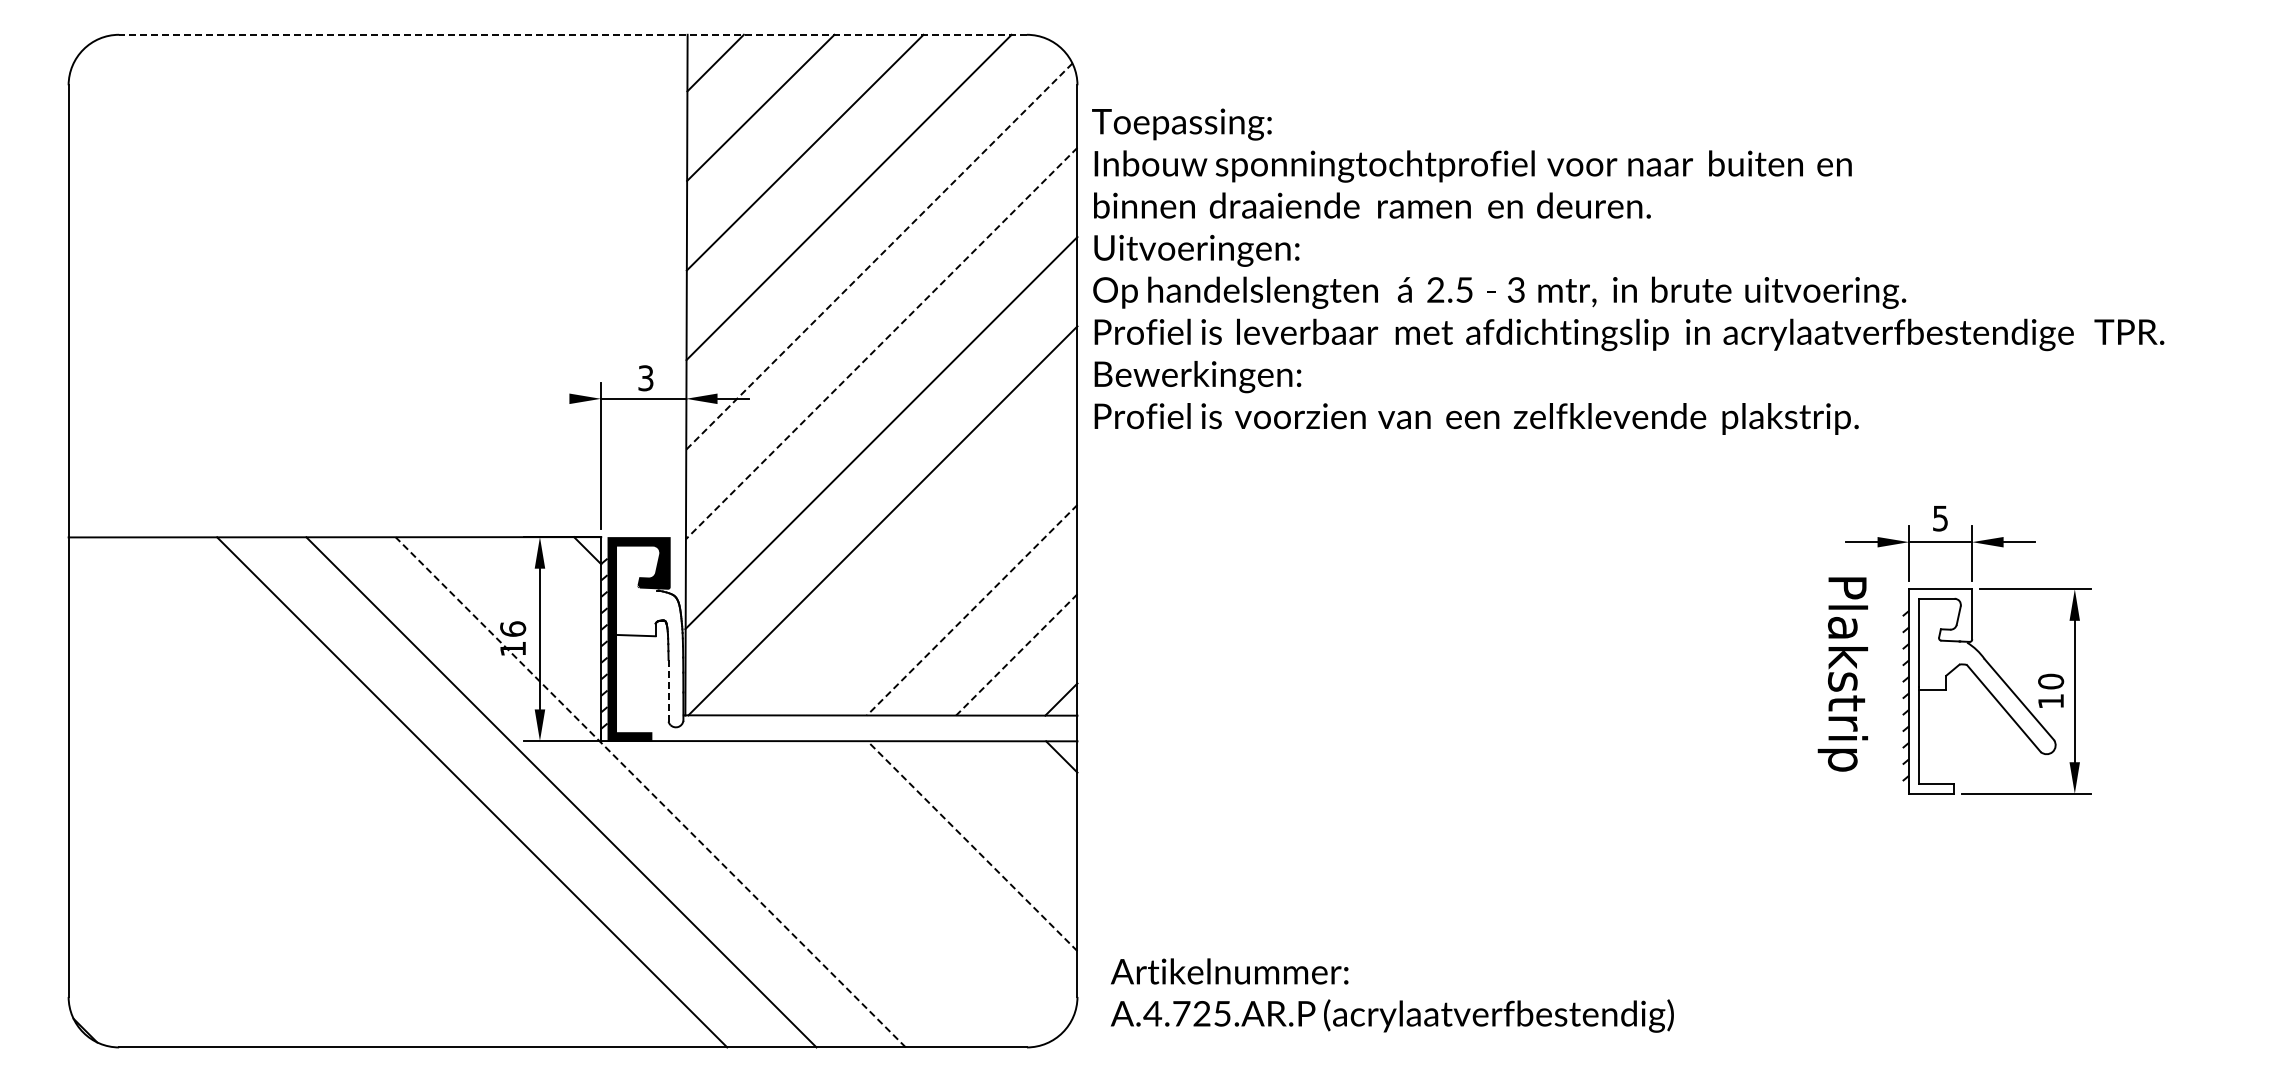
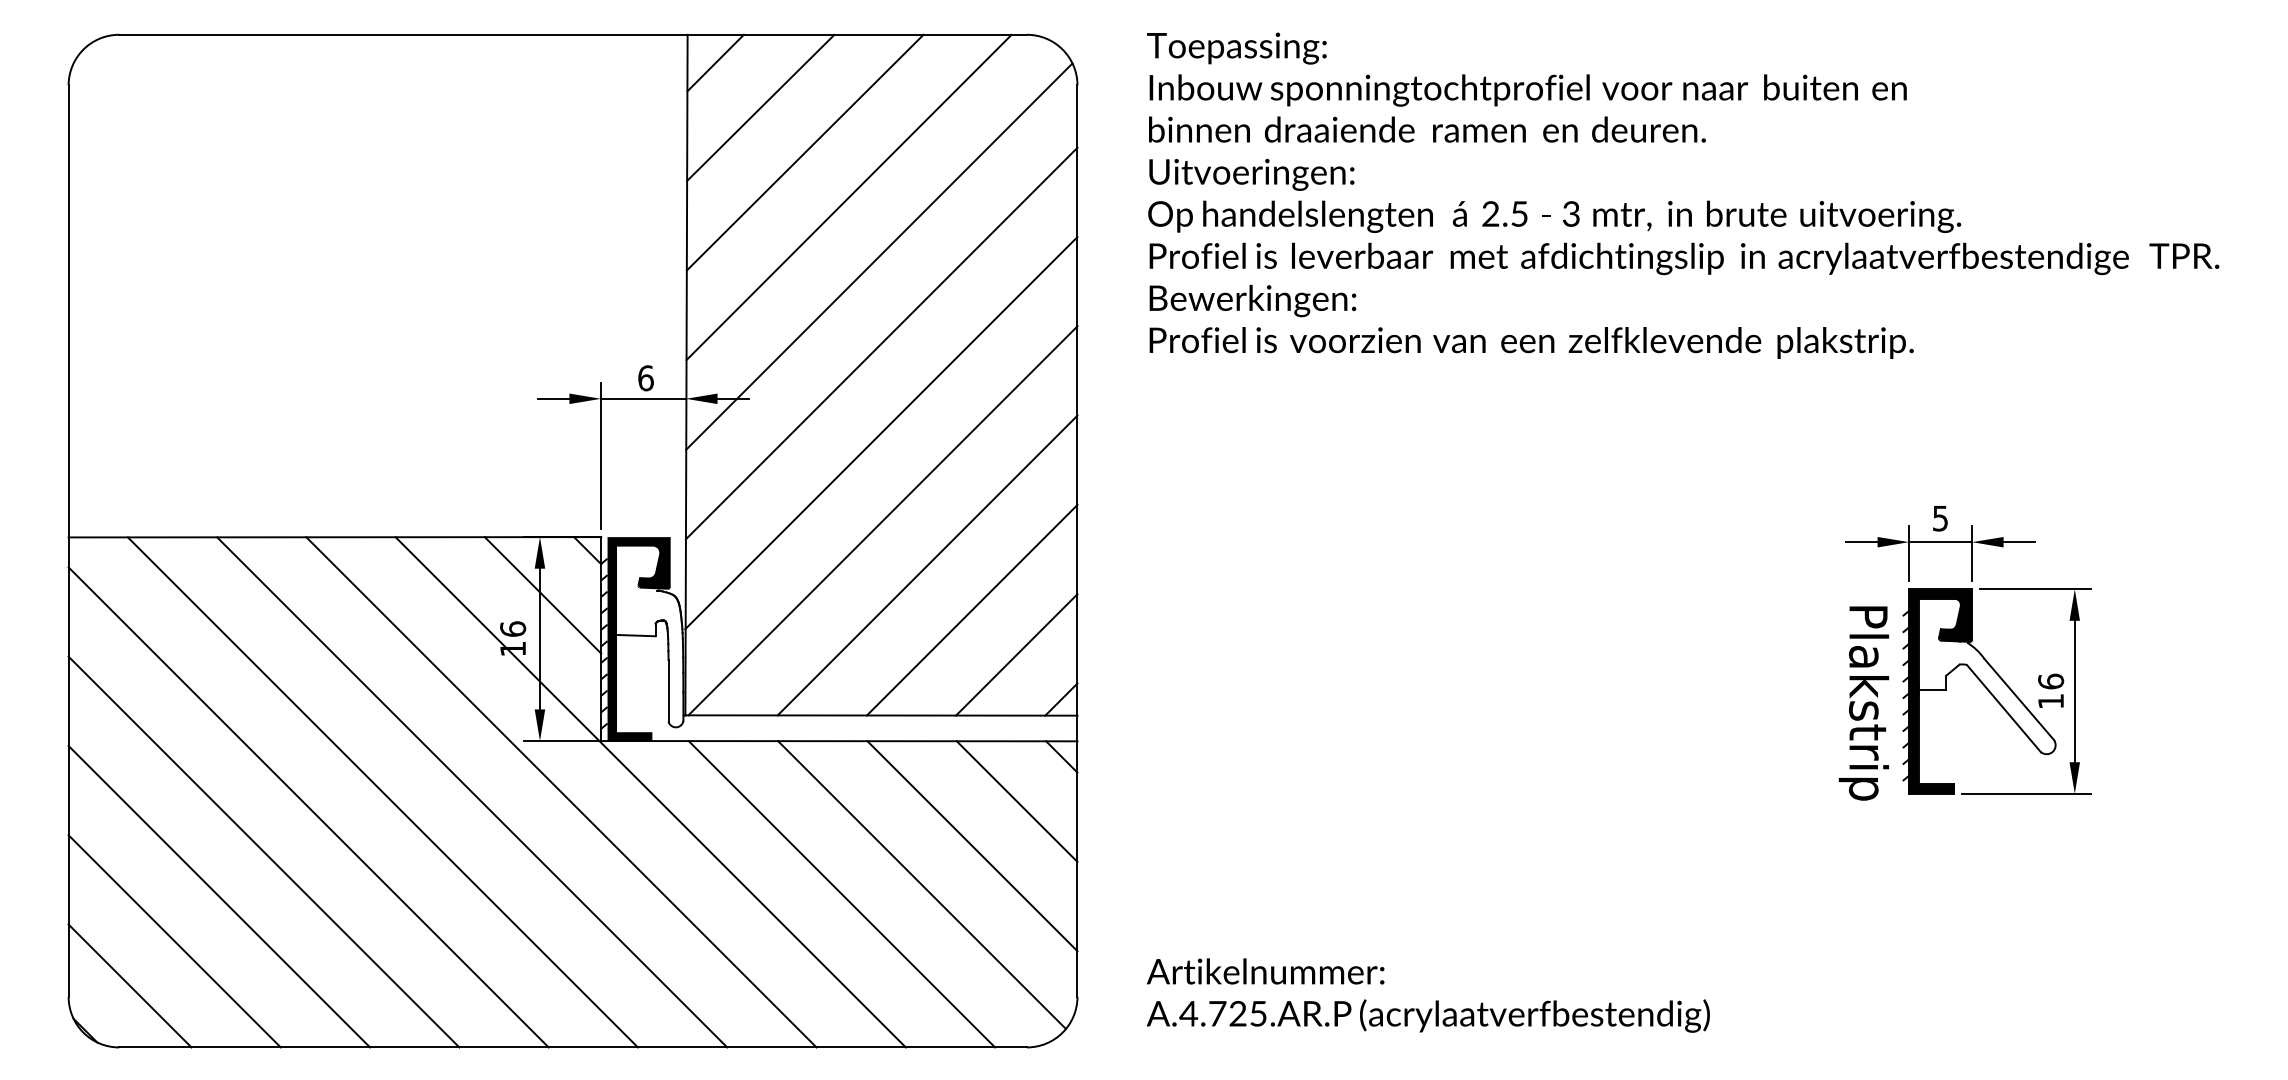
line at (573, 34): dashed -> solid
line at (879, 256): dashed -> solid
text at (1628, 271) position: (1628, 271) -> (1683, 195)
line at (881, 343): dashed -> solid
text at (645, 378): 3 -> 6
line at (553, 398): none -> present
line at (927, 565): none -> present
line at (542, 595): none -> present
line at (972, 610): dashed -> solid
line at (1016, 654): dashed -> solid
text at (1842, 674) position: (1842, 674) -> (1863, 703)
text at (2050, 681): 10 -> 16
line at (668, 690): dashed -> solid
fill at (1940, 691): none -> present
line at (382, 792): none -> present
line at (650, 792): dashed -> solid
line at (1016, 801): none -> present
line at (308, 807): none -> present
line at (972, 846): dashed -> solid
line at (263, 851): none -> present
line at (921, 885): none -> present
line at (841, 894): none -> present
line at (219, 896): none -> present
line at (174, 941): none -> present
line at (129, 985): none -> present
text at (1391, 995) position: (1391, 995) -> (1427, 995)
